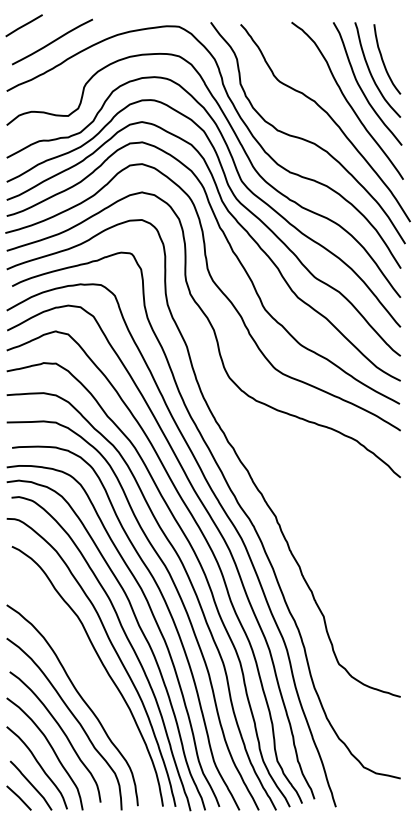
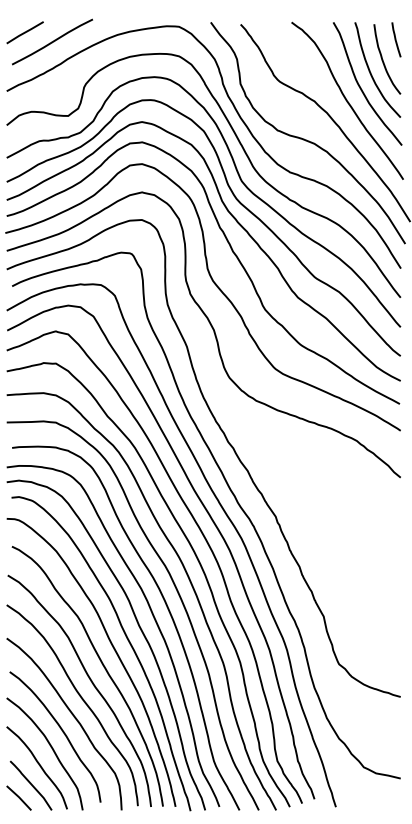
line at (23, 25) position: (23, 25) -> (24, 32)
line at (396, 39): none -> present
curve at (91, 683): none -> present
